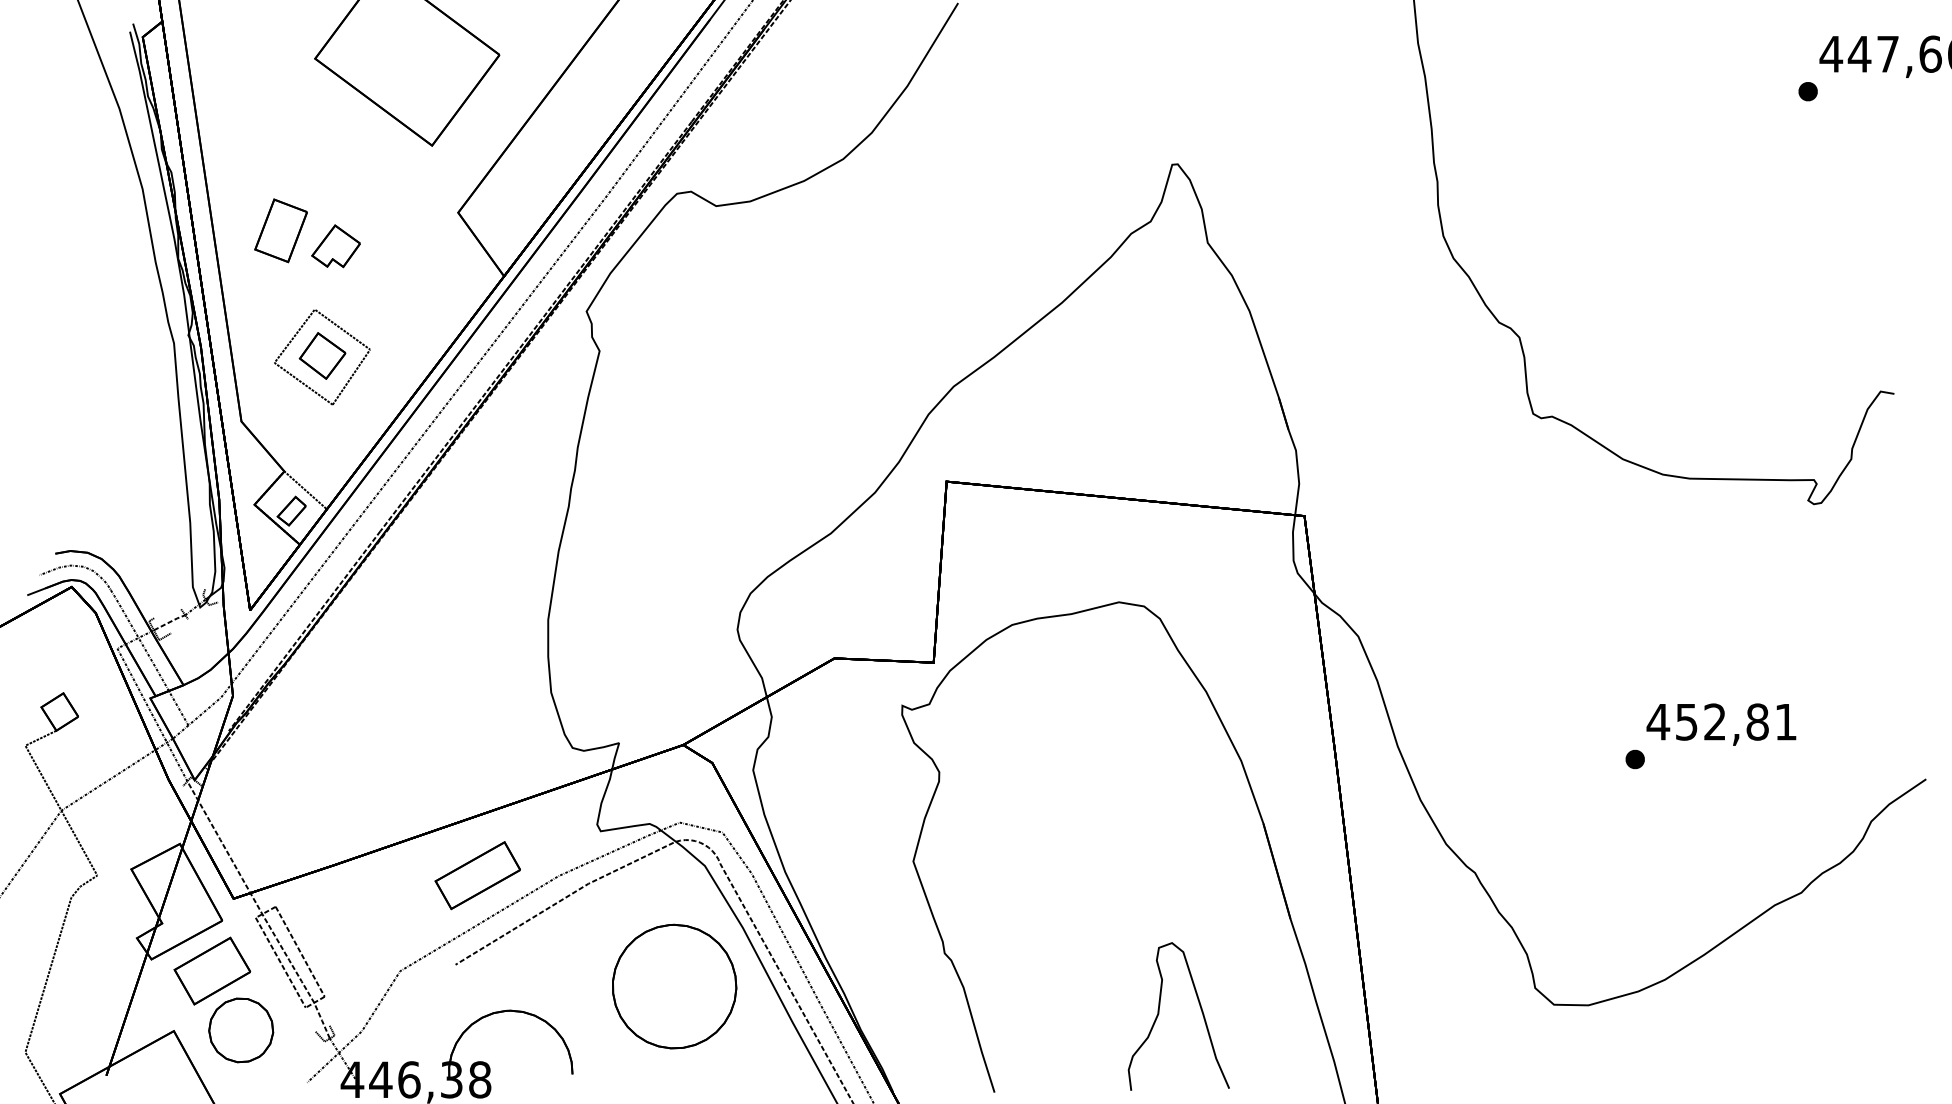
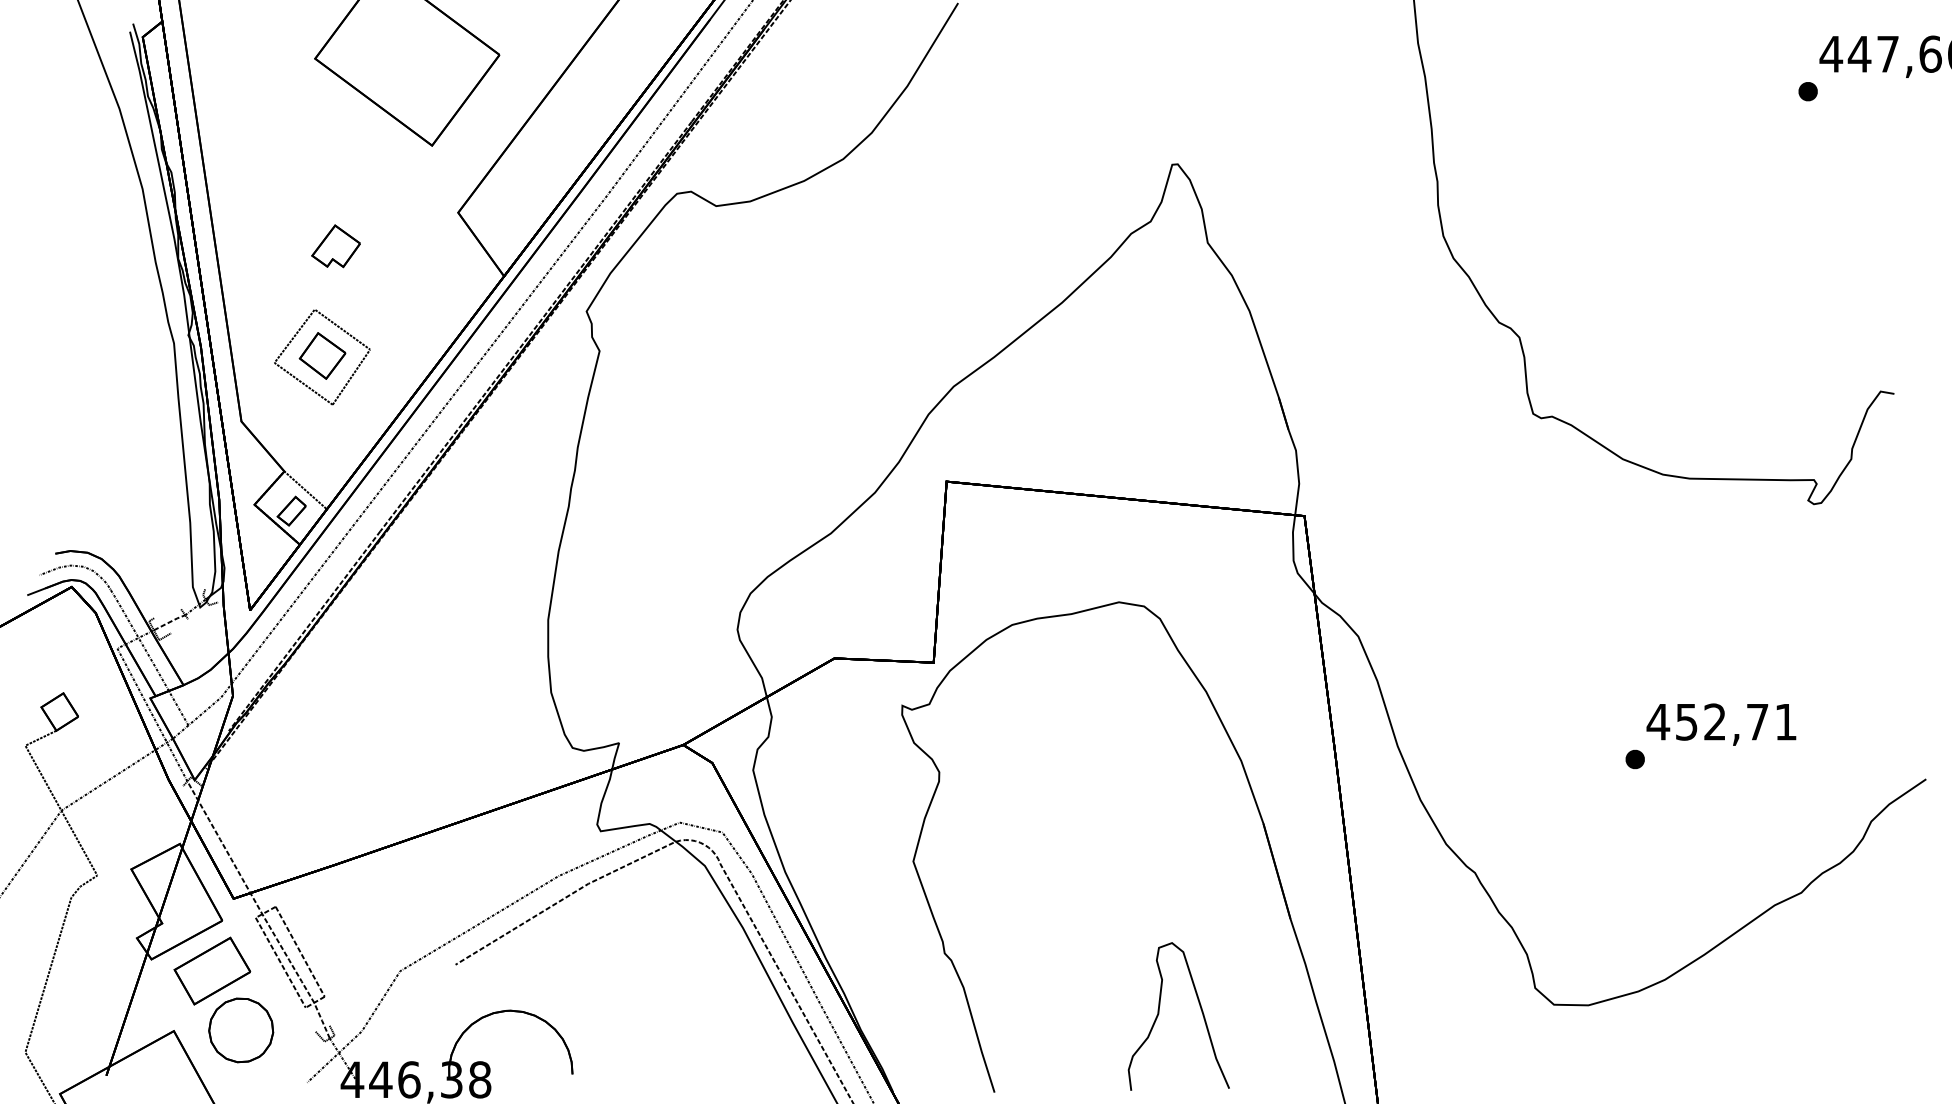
part at (280, 230): present -> none
text at (1757, 721): 452,81 -> 452,71
part at (477, 875): present -> none
part at (674, 986): present -> none
